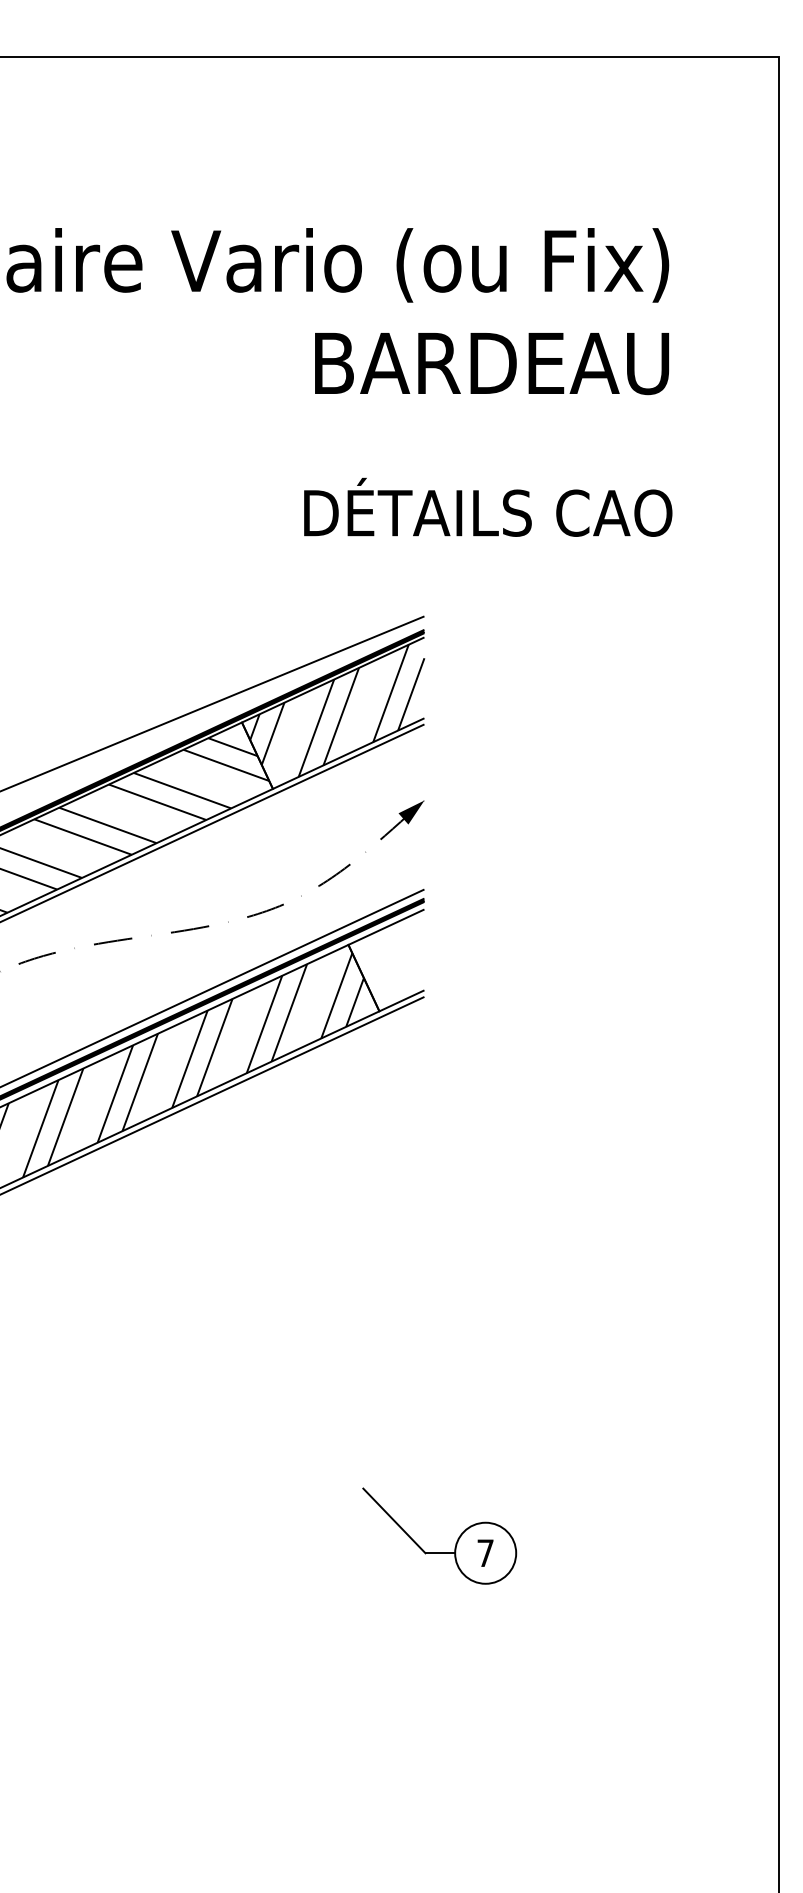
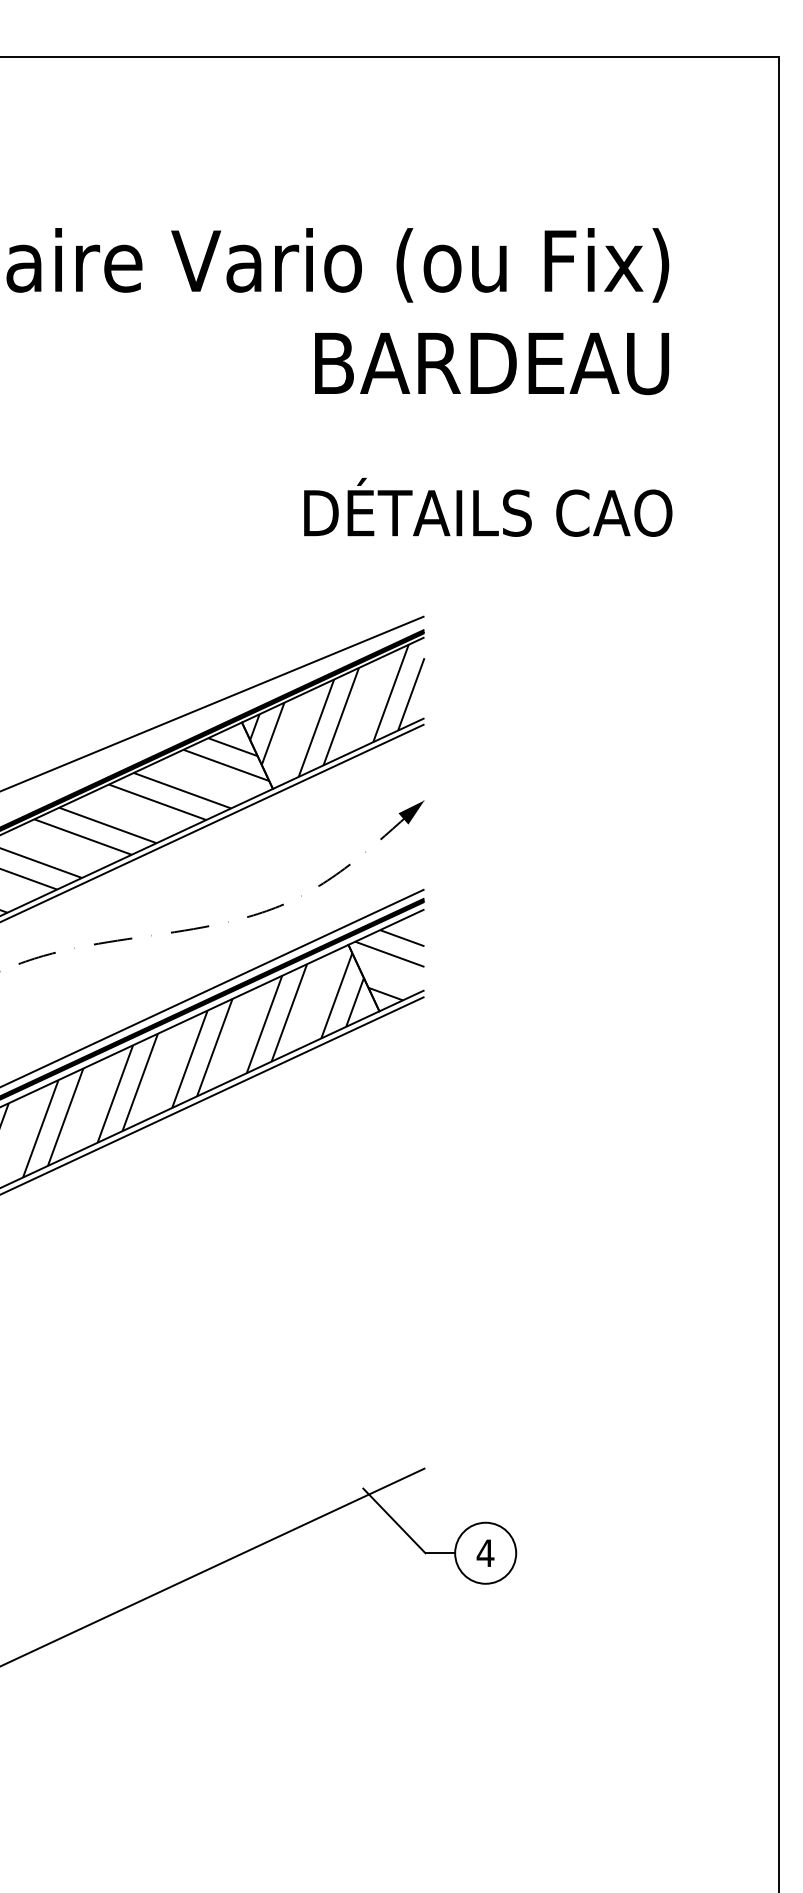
hatch at (389, 965): none -> present
text at (485, 1552): 7 -> 4
line at (213, 1566): none -> present
